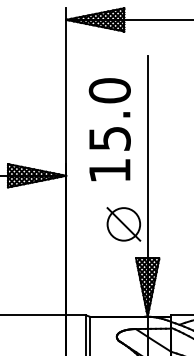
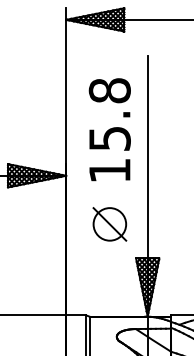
text at (109, 90): 15.0 -> 15.8
part at (123, 224) position: (123, 224) -> (109, 224)
